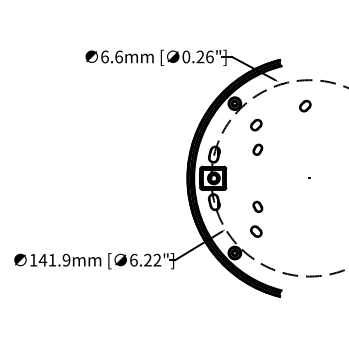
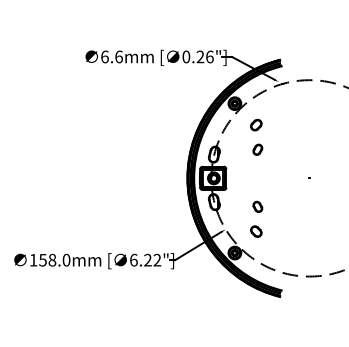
part at (305, 105): present -> none
text at (54, 259): 141.9mm -> 158.0mm
